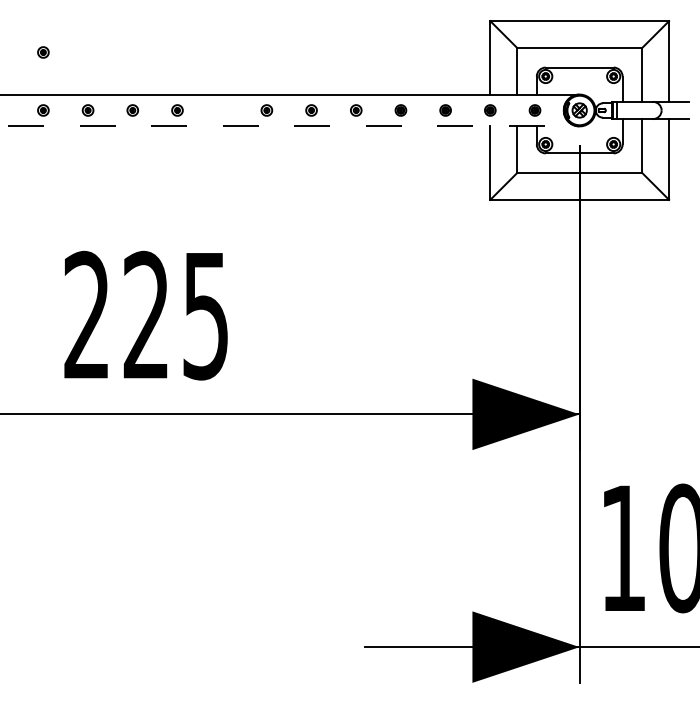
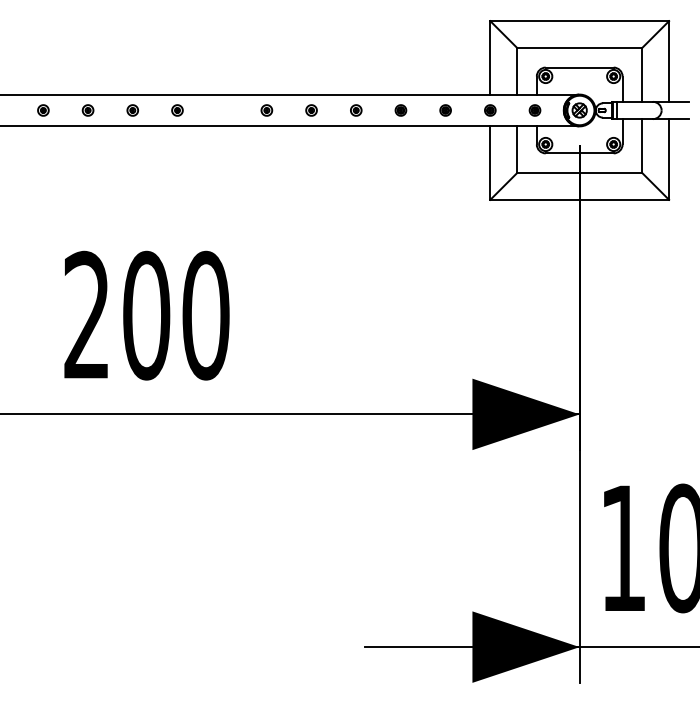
part at (43, 52): present -> none
line at (290, 126): dashed -> solid
text at (176, 315): 225 -> 200
